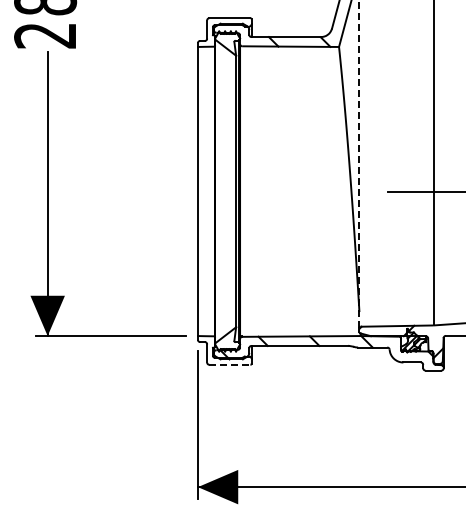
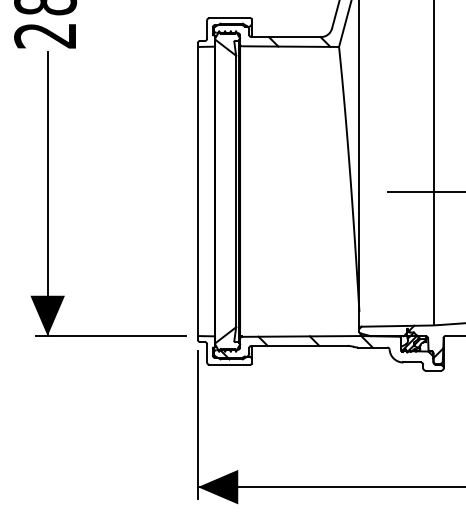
line at (359, 164): dashed -> solid
line at (230, 364): dashed -> solid
